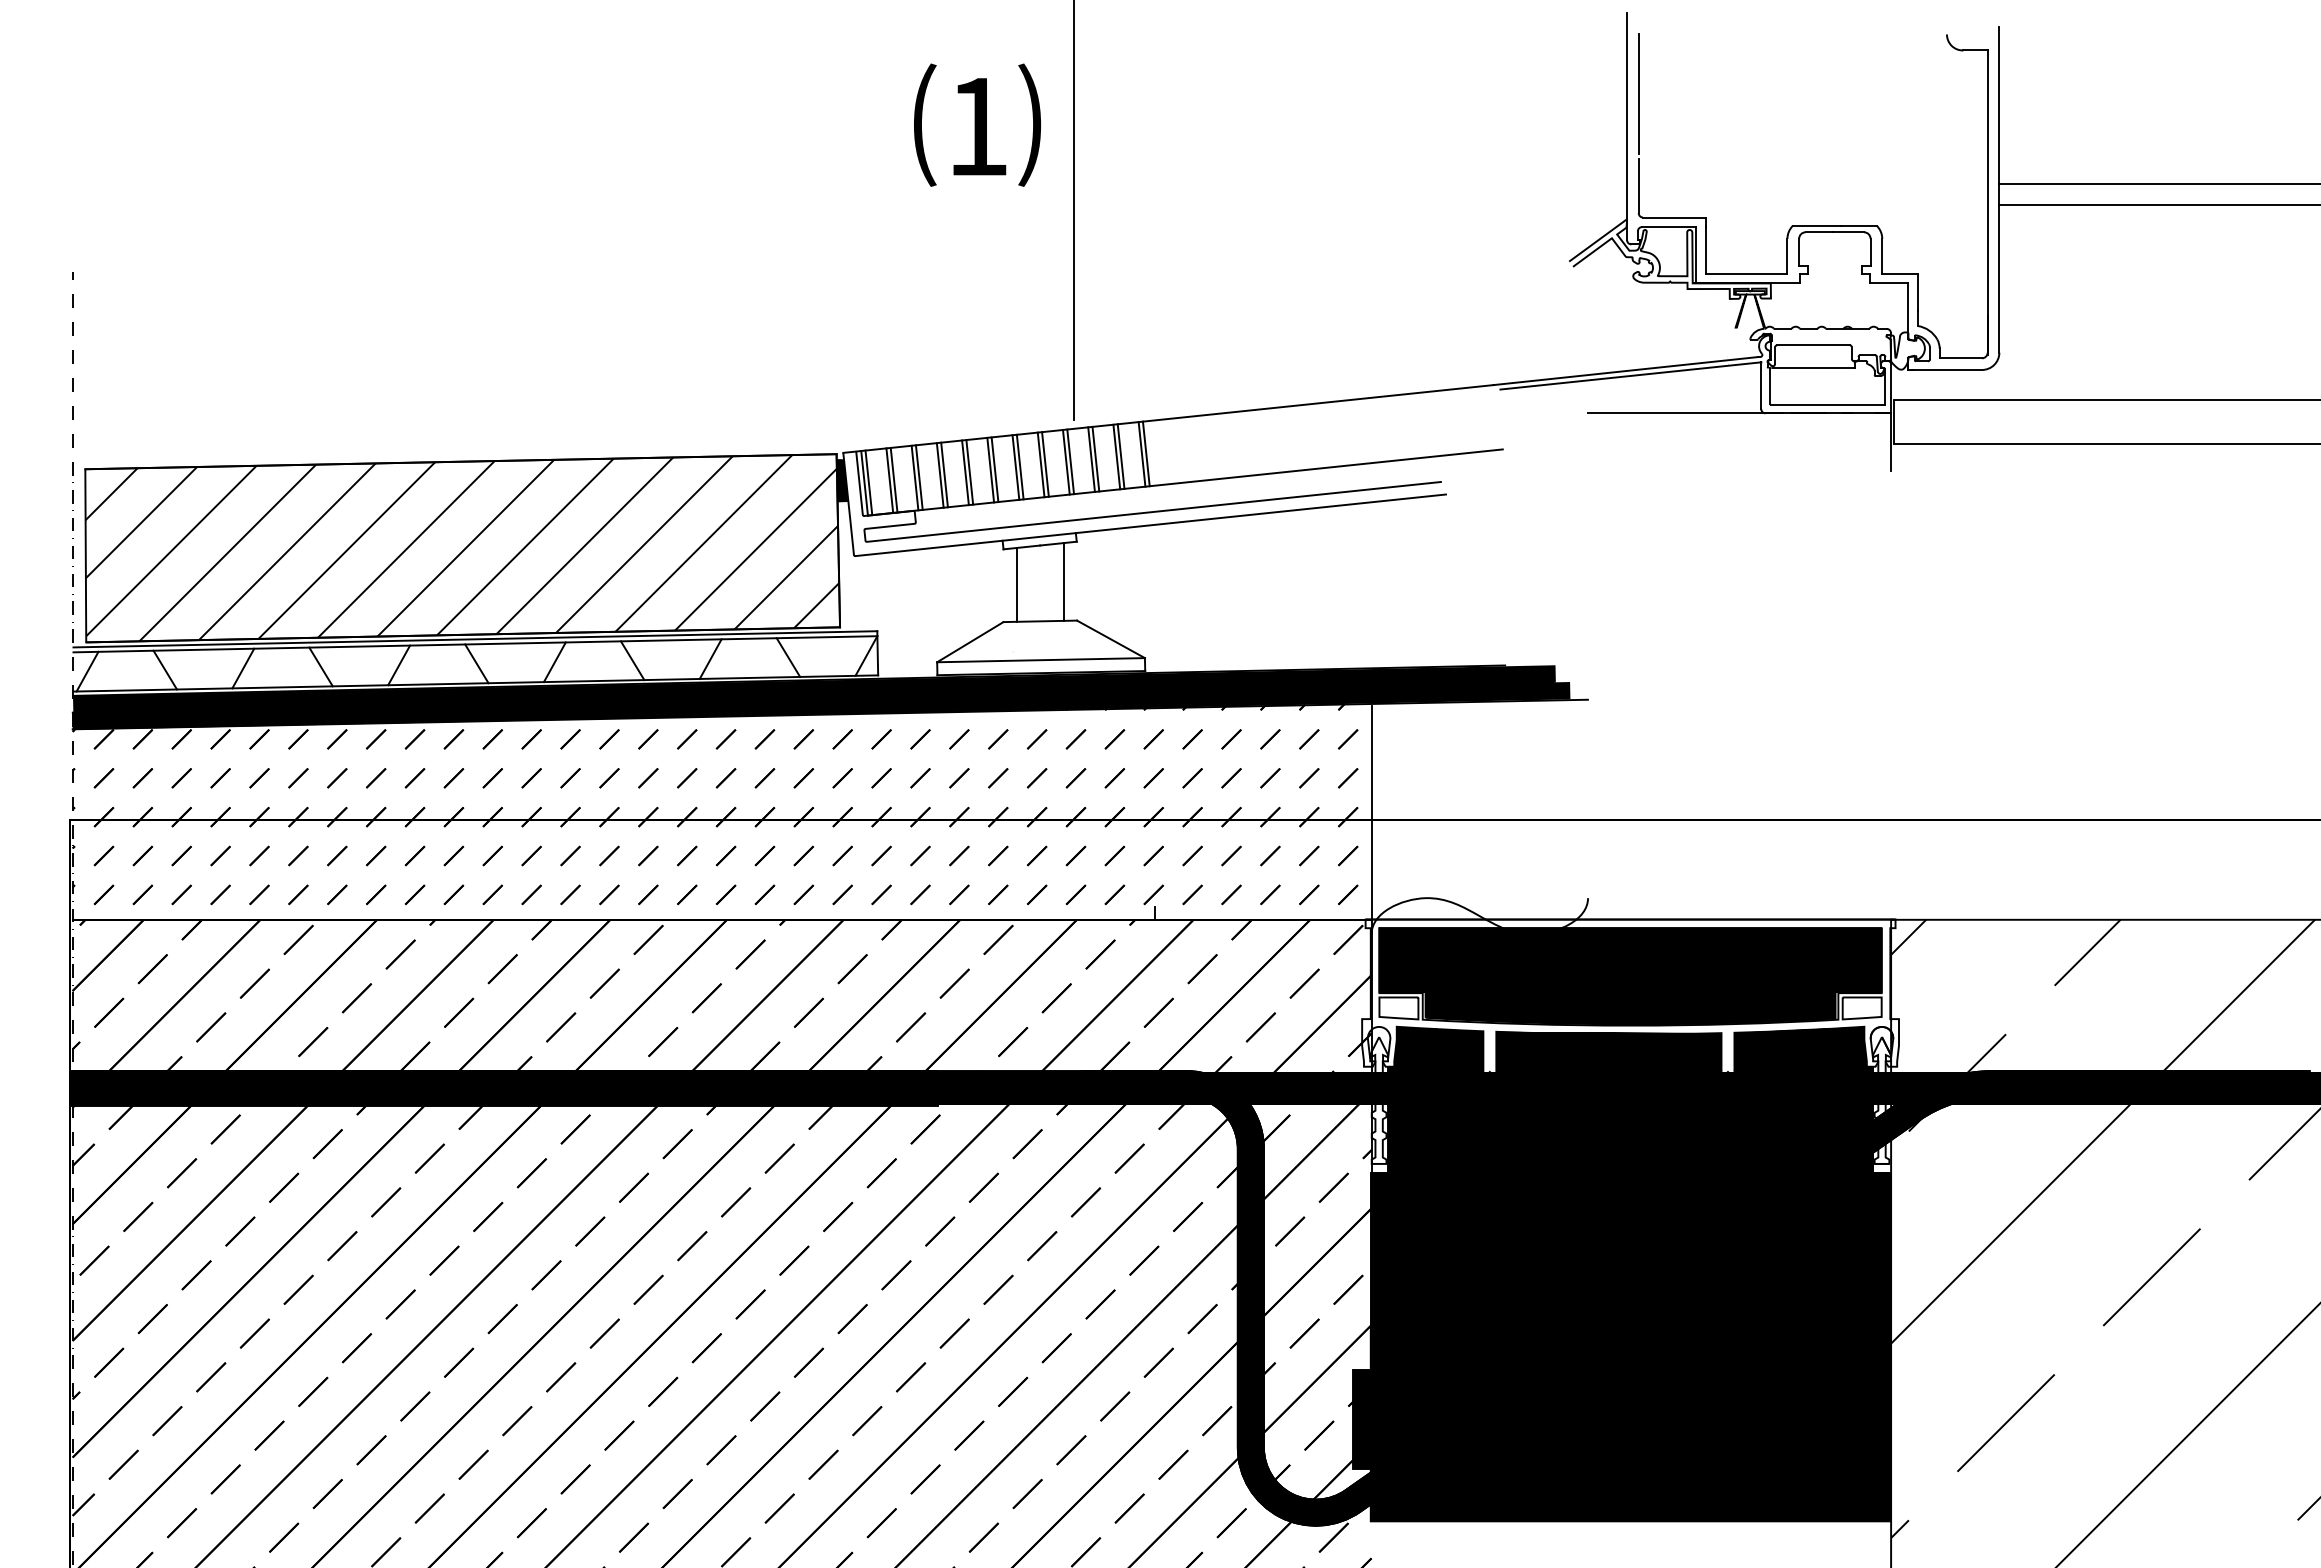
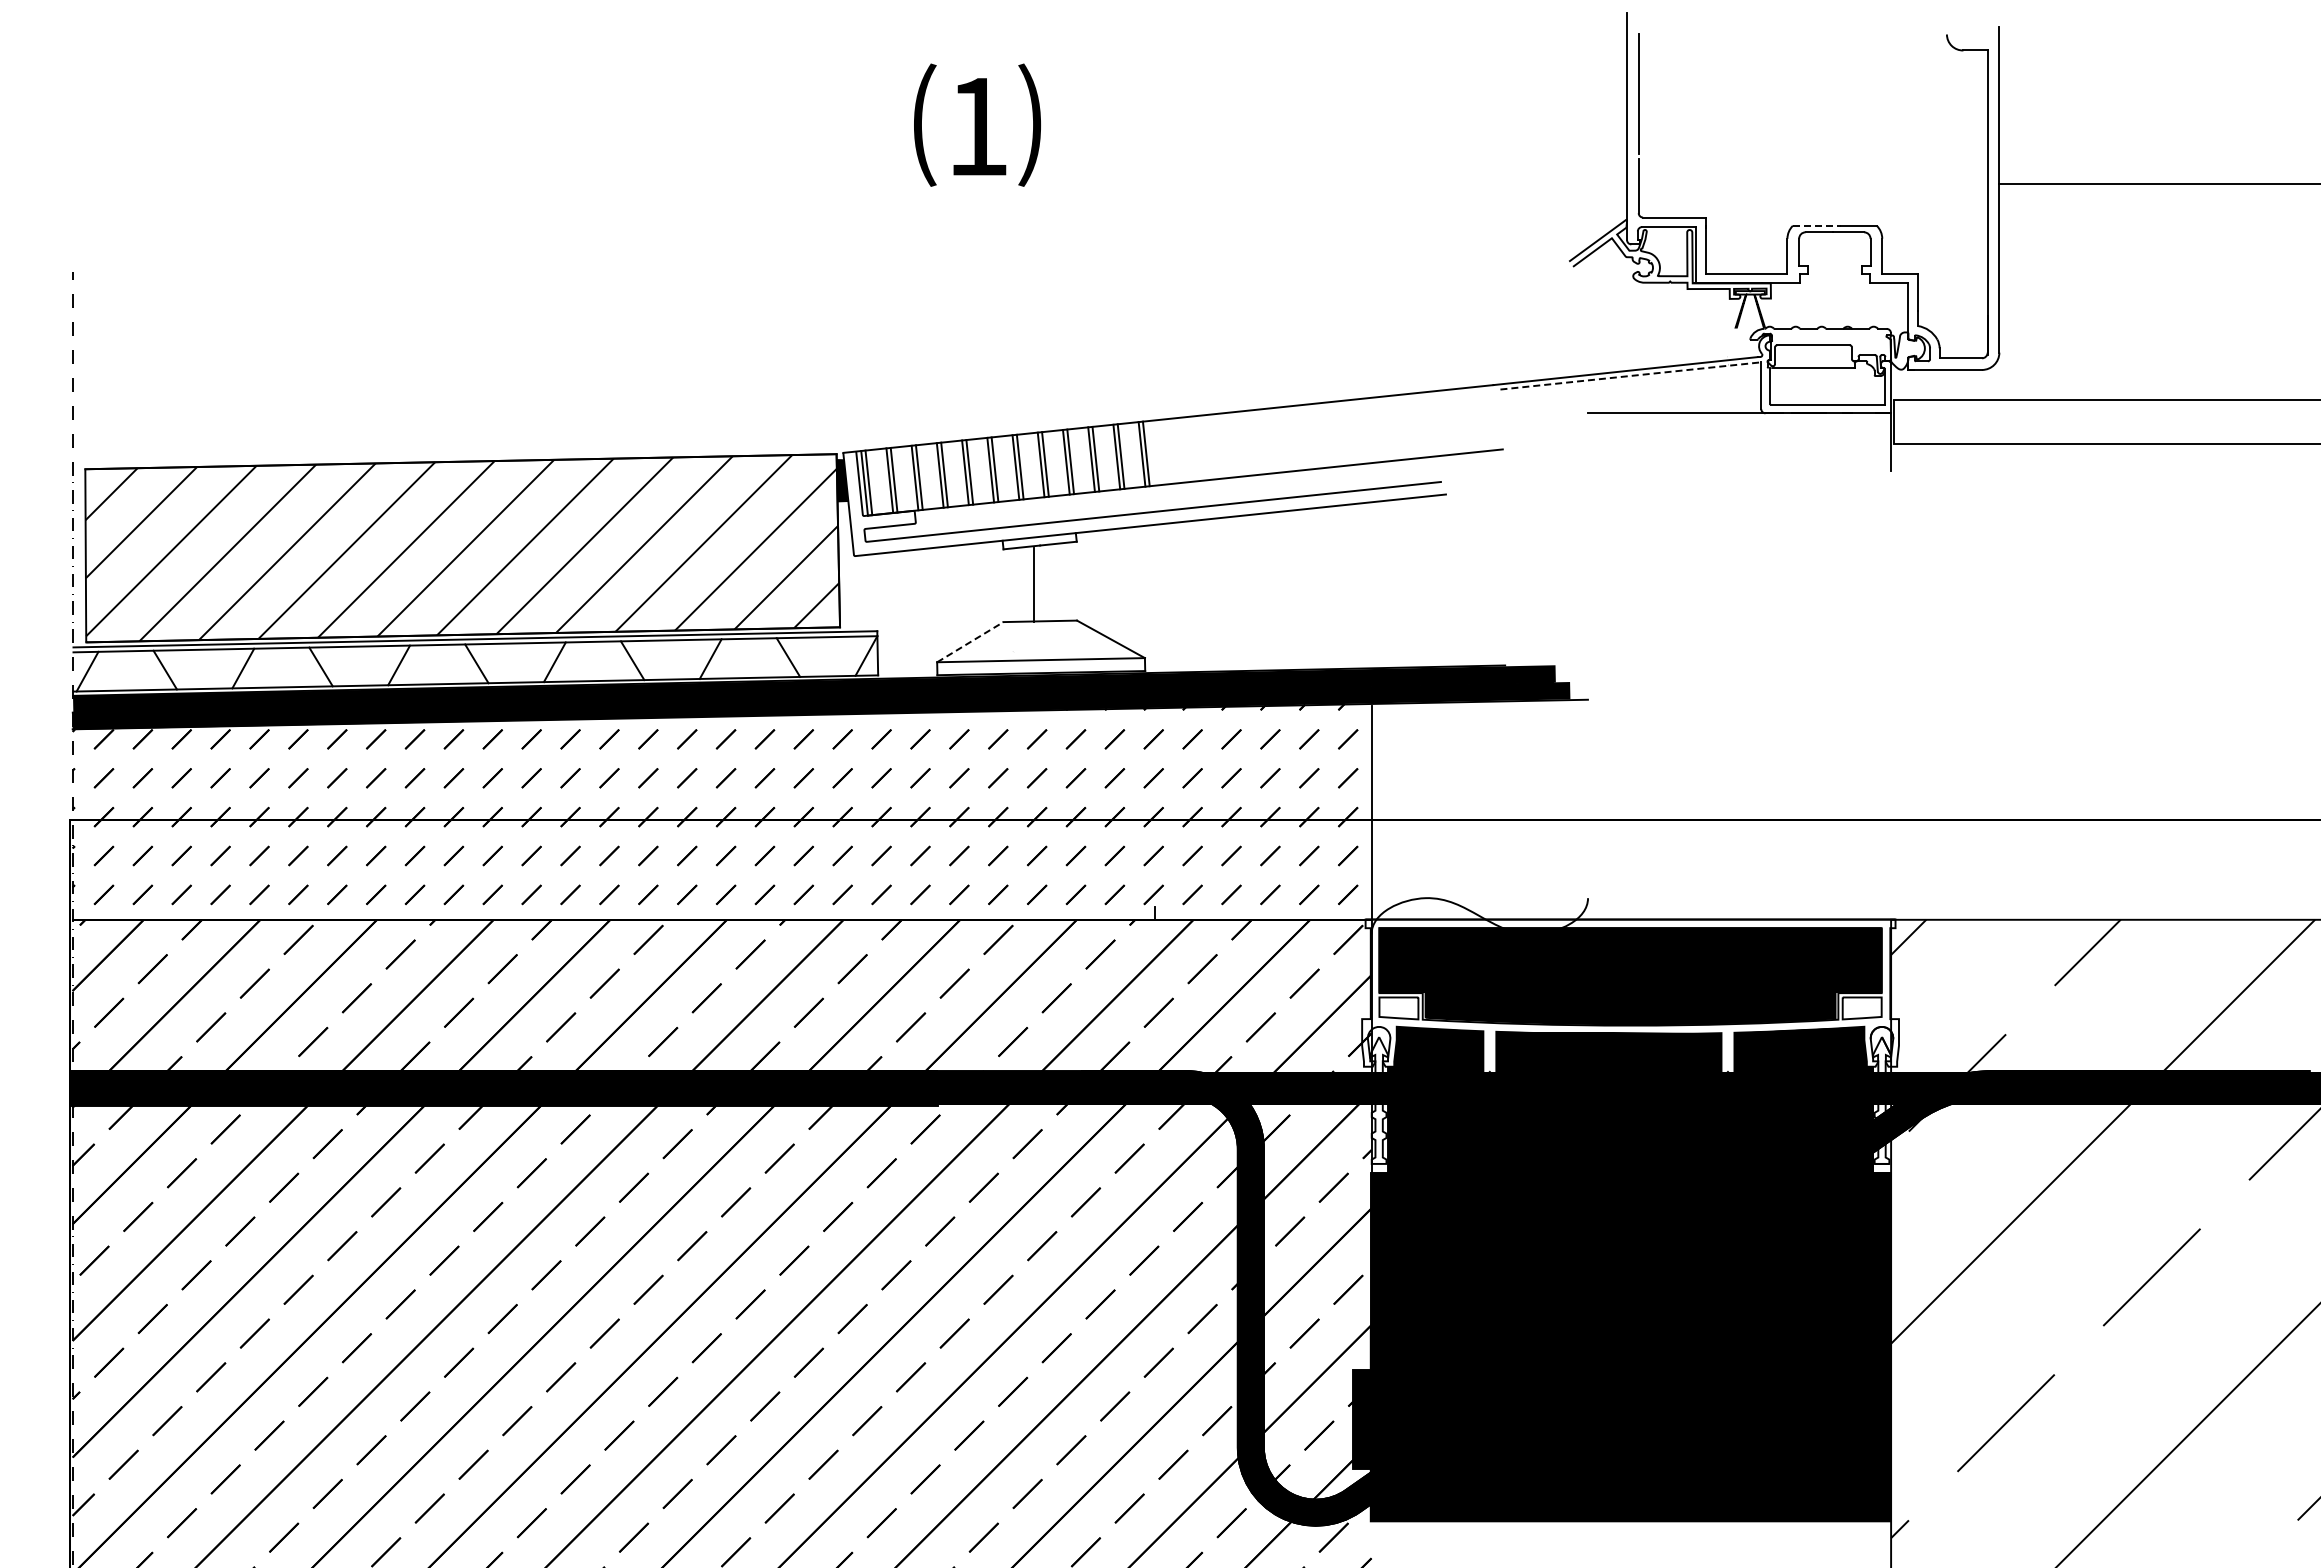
line at (2158, 205): present -> none
line at (1073, 211): present -> none
line at (1816, 225): solid -> dashed
line at (1631, 375): solid -> dashed
line at (1063, 581): present -> none
line at (1016, 584) position: (1016, 584) -> (1033, 584)
line at (970, 642): solid -> dashed
